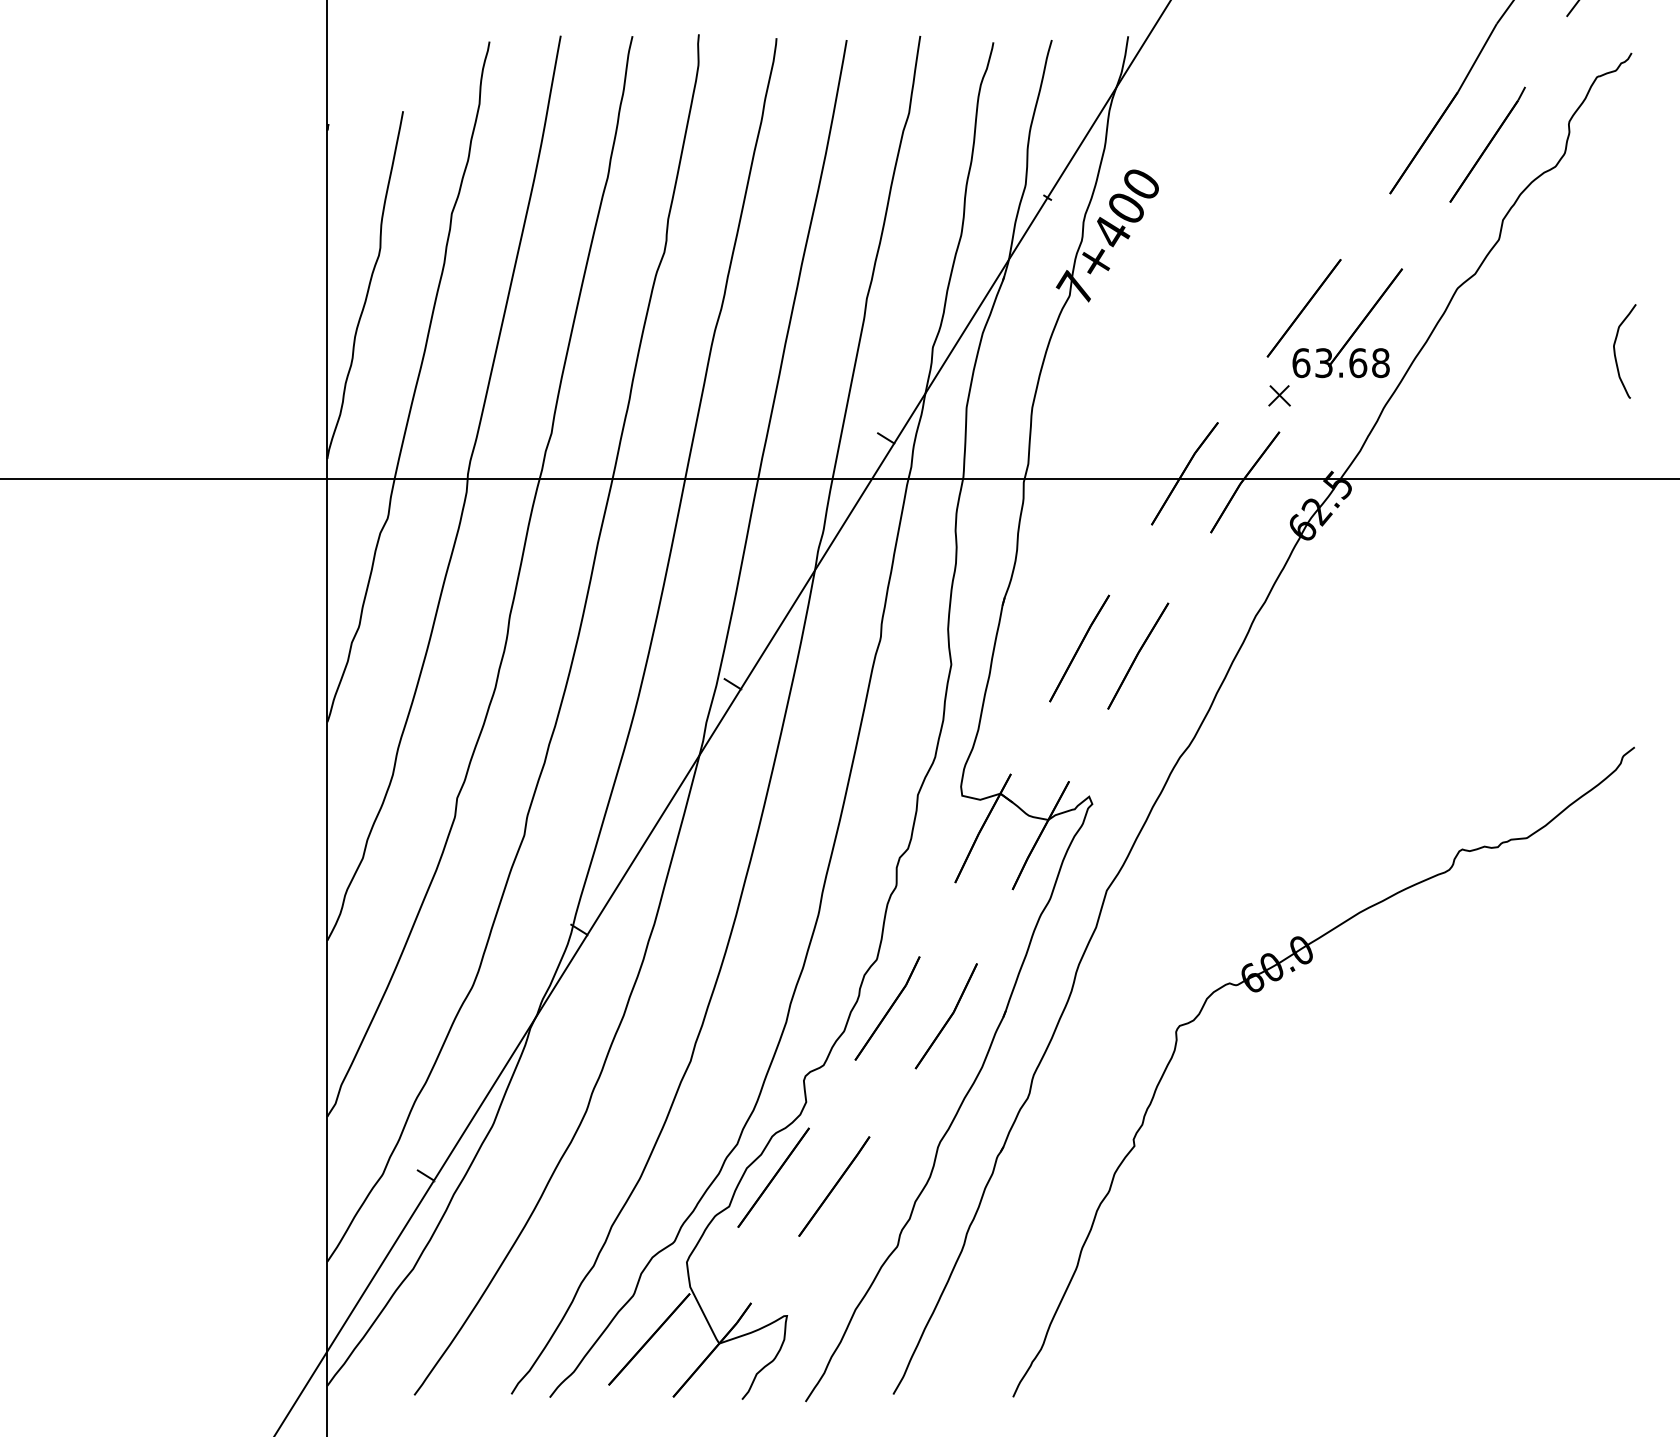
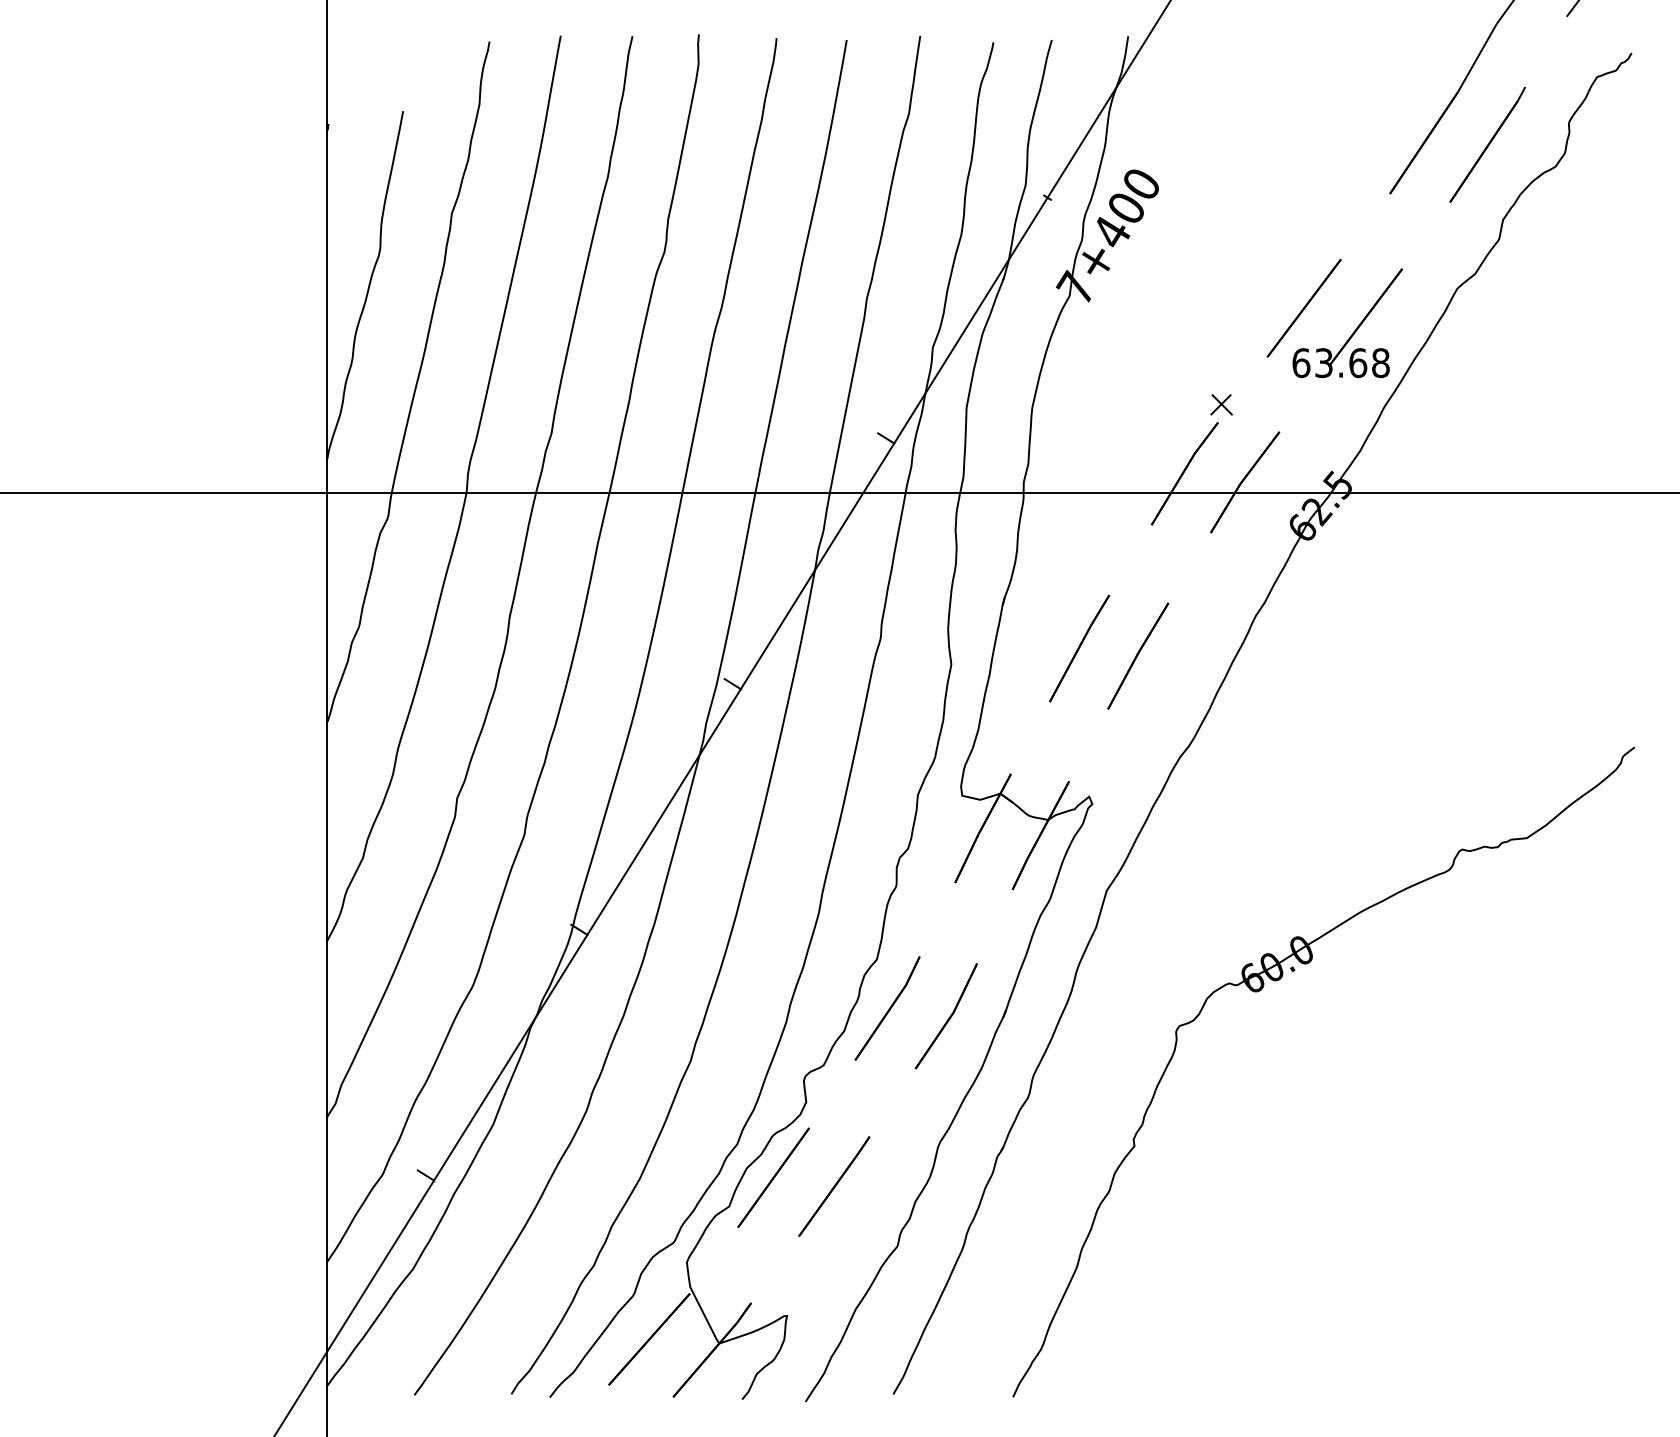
curve at (1615, 351): present -> none
part at (1279, 395) position: (1279, 395) -> (1221, 404)
line at (839, 478) position: (839, 478) -> (839, 492)
